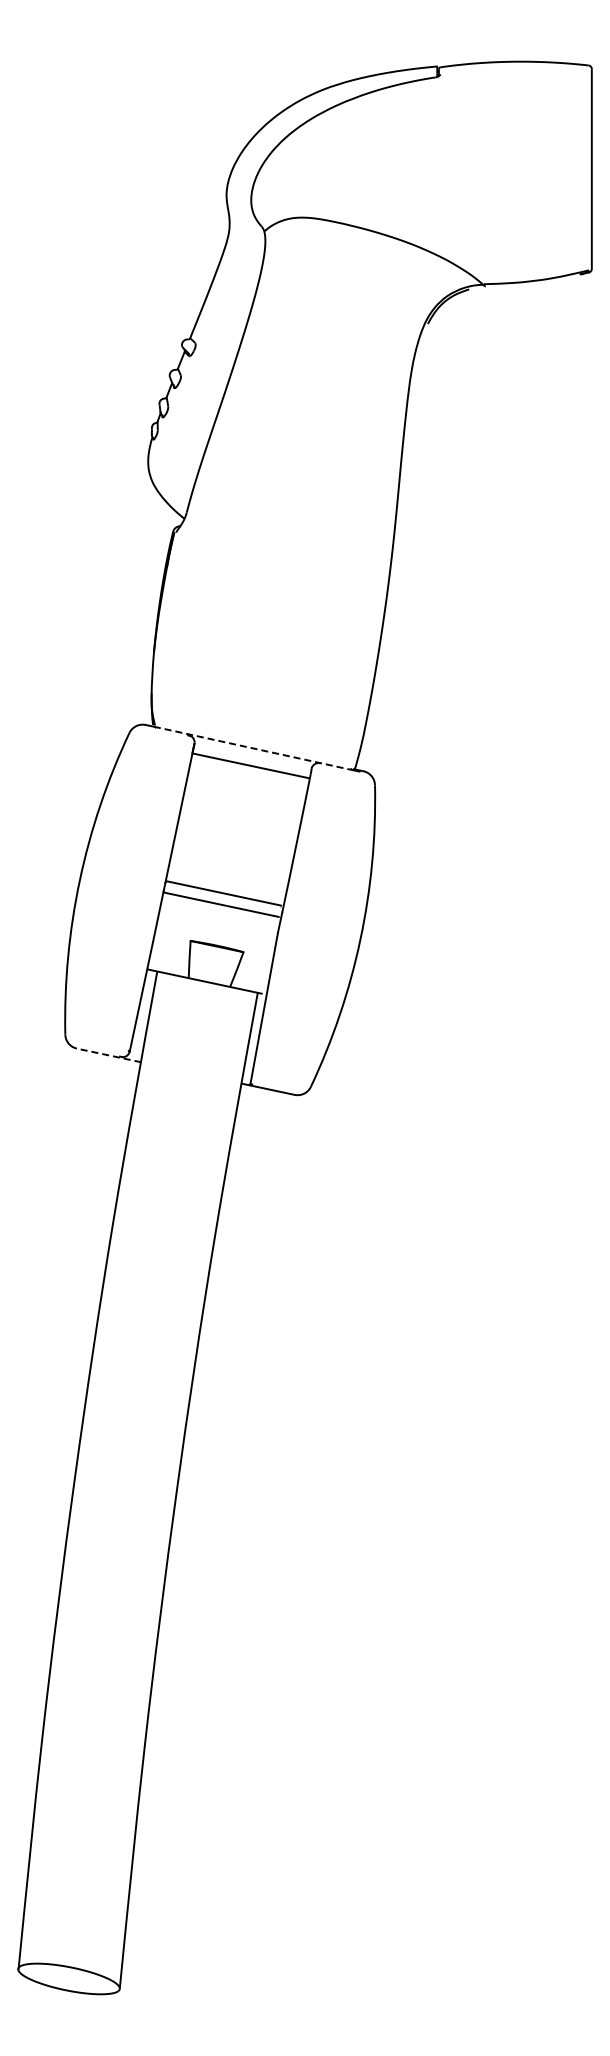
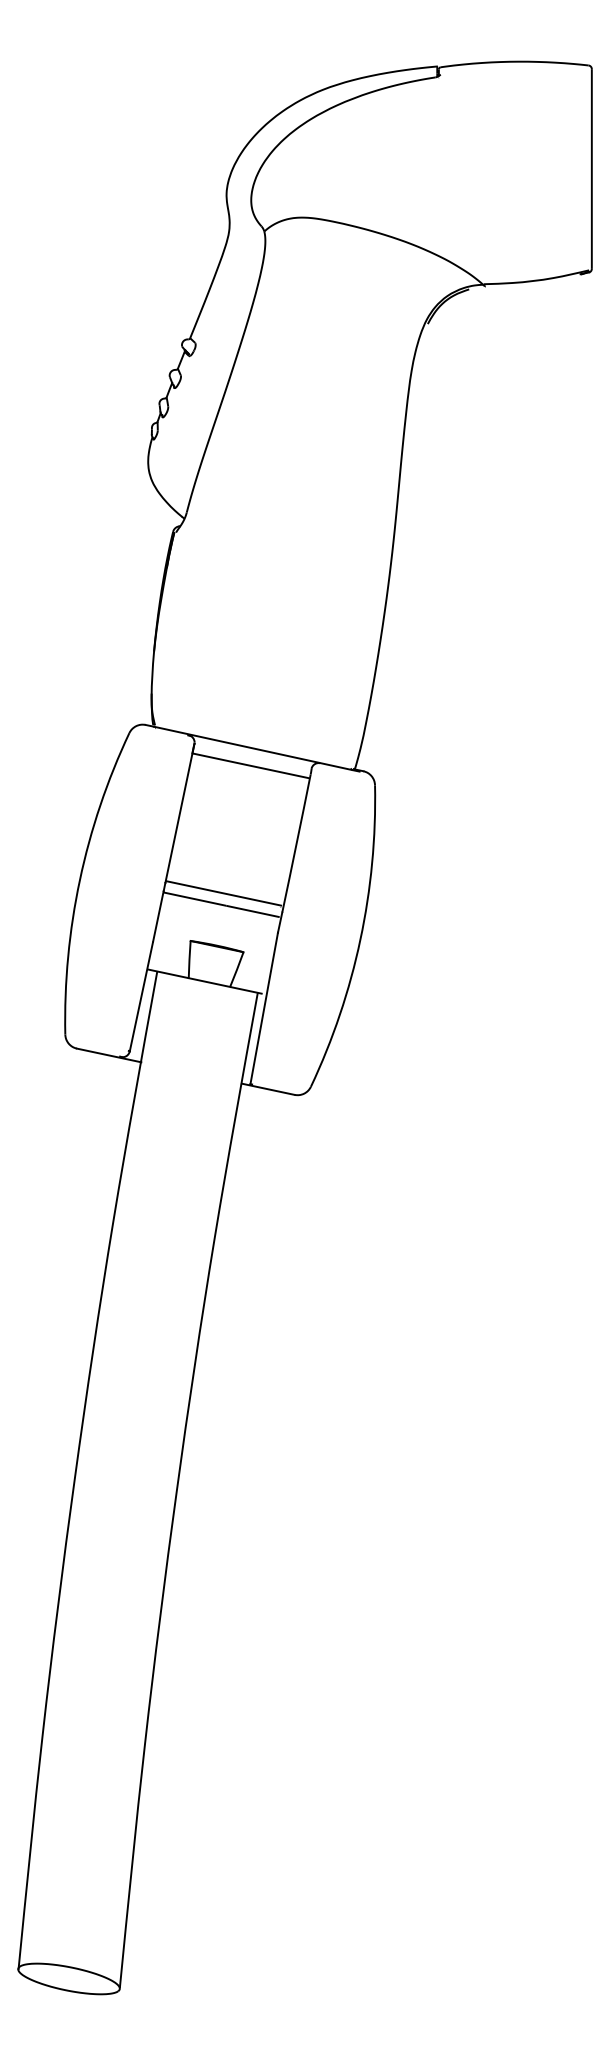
line at (253, 748): dashed -> solid
line at (109, 1055): dashed -> solid
